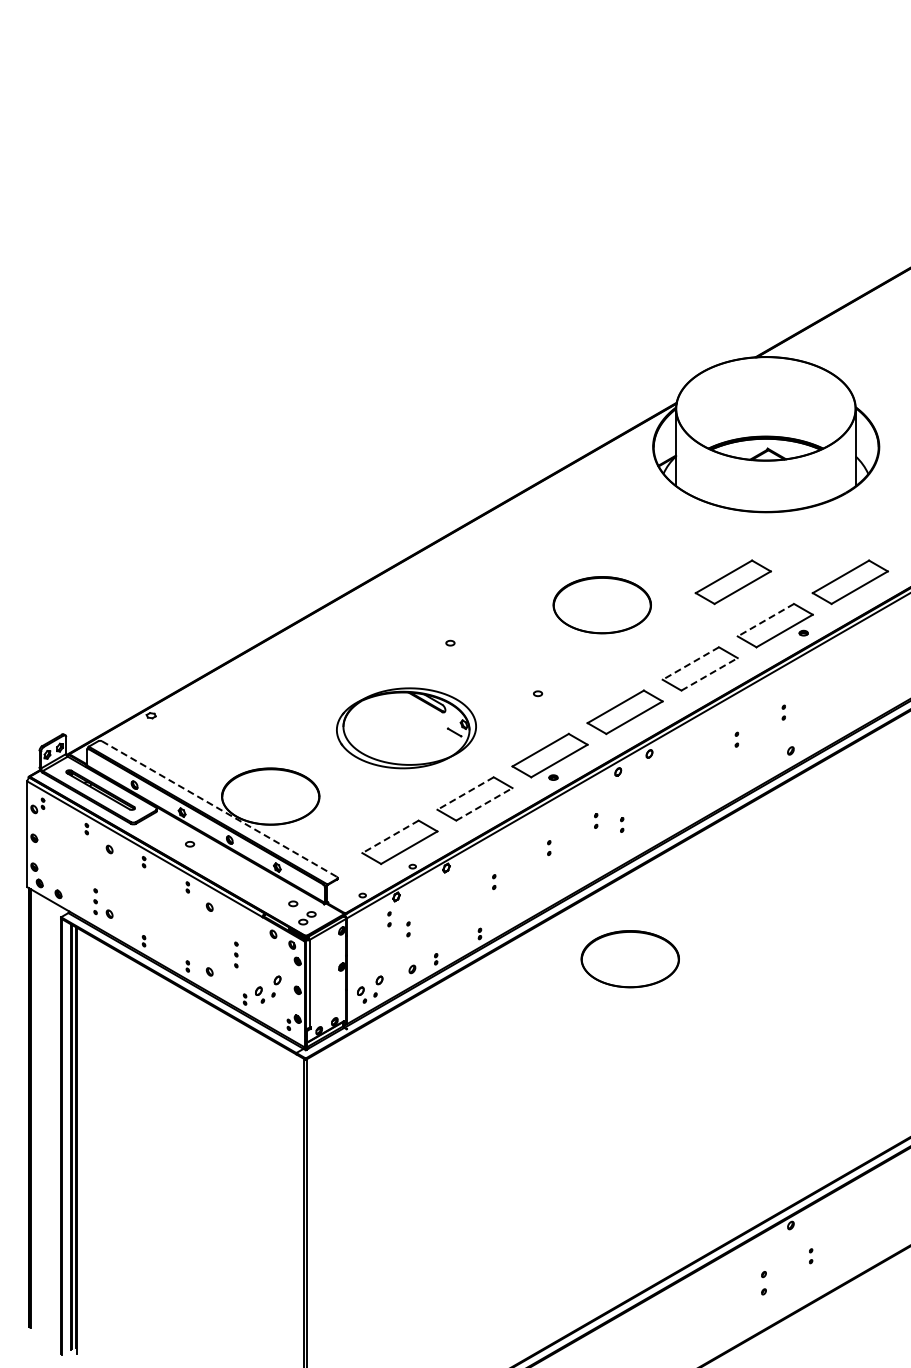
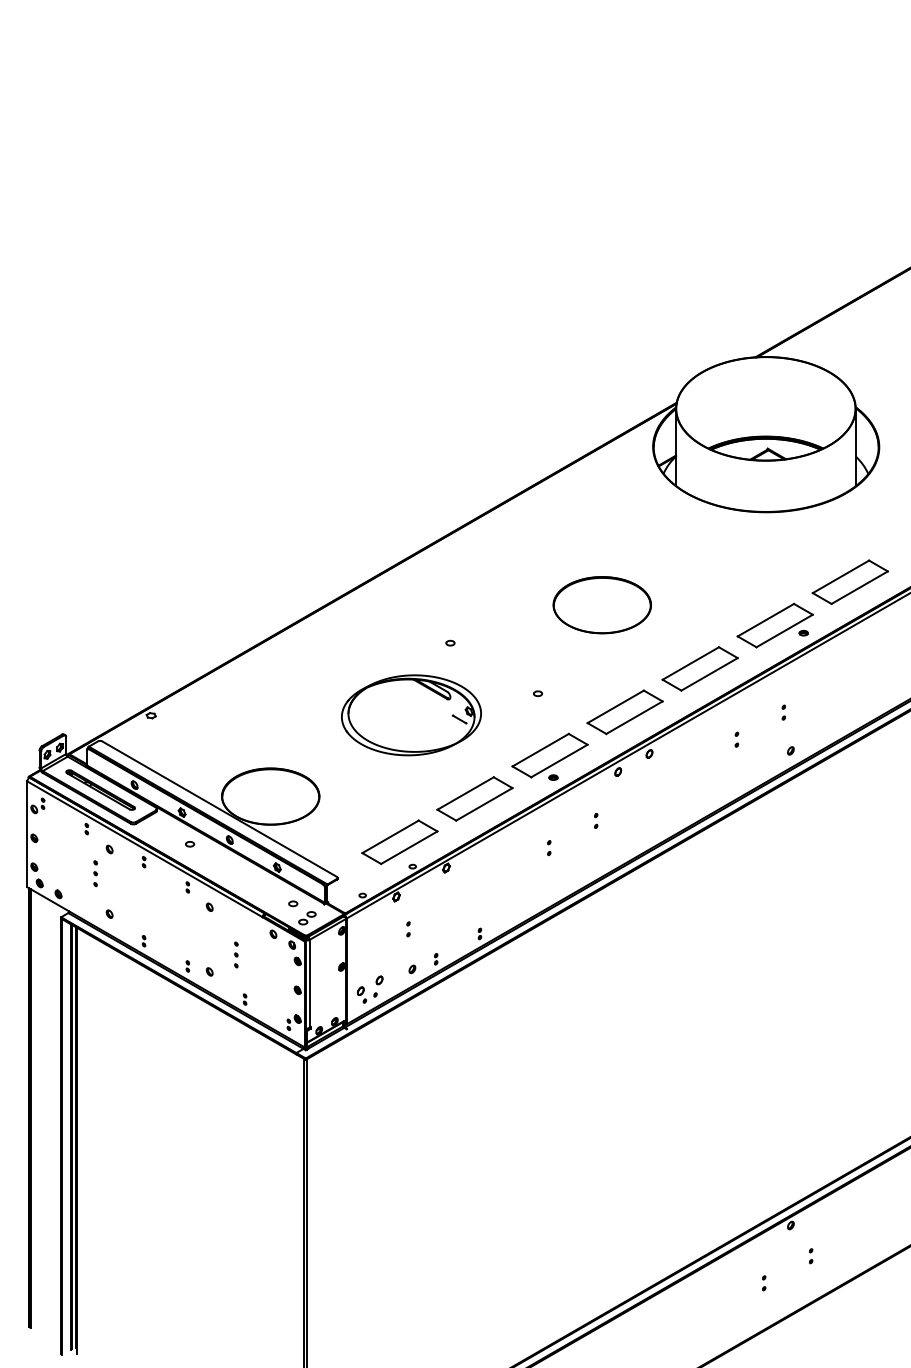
part at (732, 582): present -> none
line at (765, 620): dashed -> solid
line at (690, 663): dashed -> solid
line at (709, 674): dashed -> solid
part at (406, 728) position: (406, 728) -> (411, 715)
line at (465, 793): dashed -> solid
line at (484, 804): dashed -> solid
line at (219, 809): dashed -> solid
part at (622, 824): present -> none
line at (390, 836): dashed -> solid
part at (494, 882): present -> none
part at (95, 901) position: (95, 901) -> (95, 873)
part at (389, 919): present -> none
part at (629, 959): present -> none
part at (268, 989): present -> none
part at (763, 1283) size: 6x25 px -> 5x17 px
